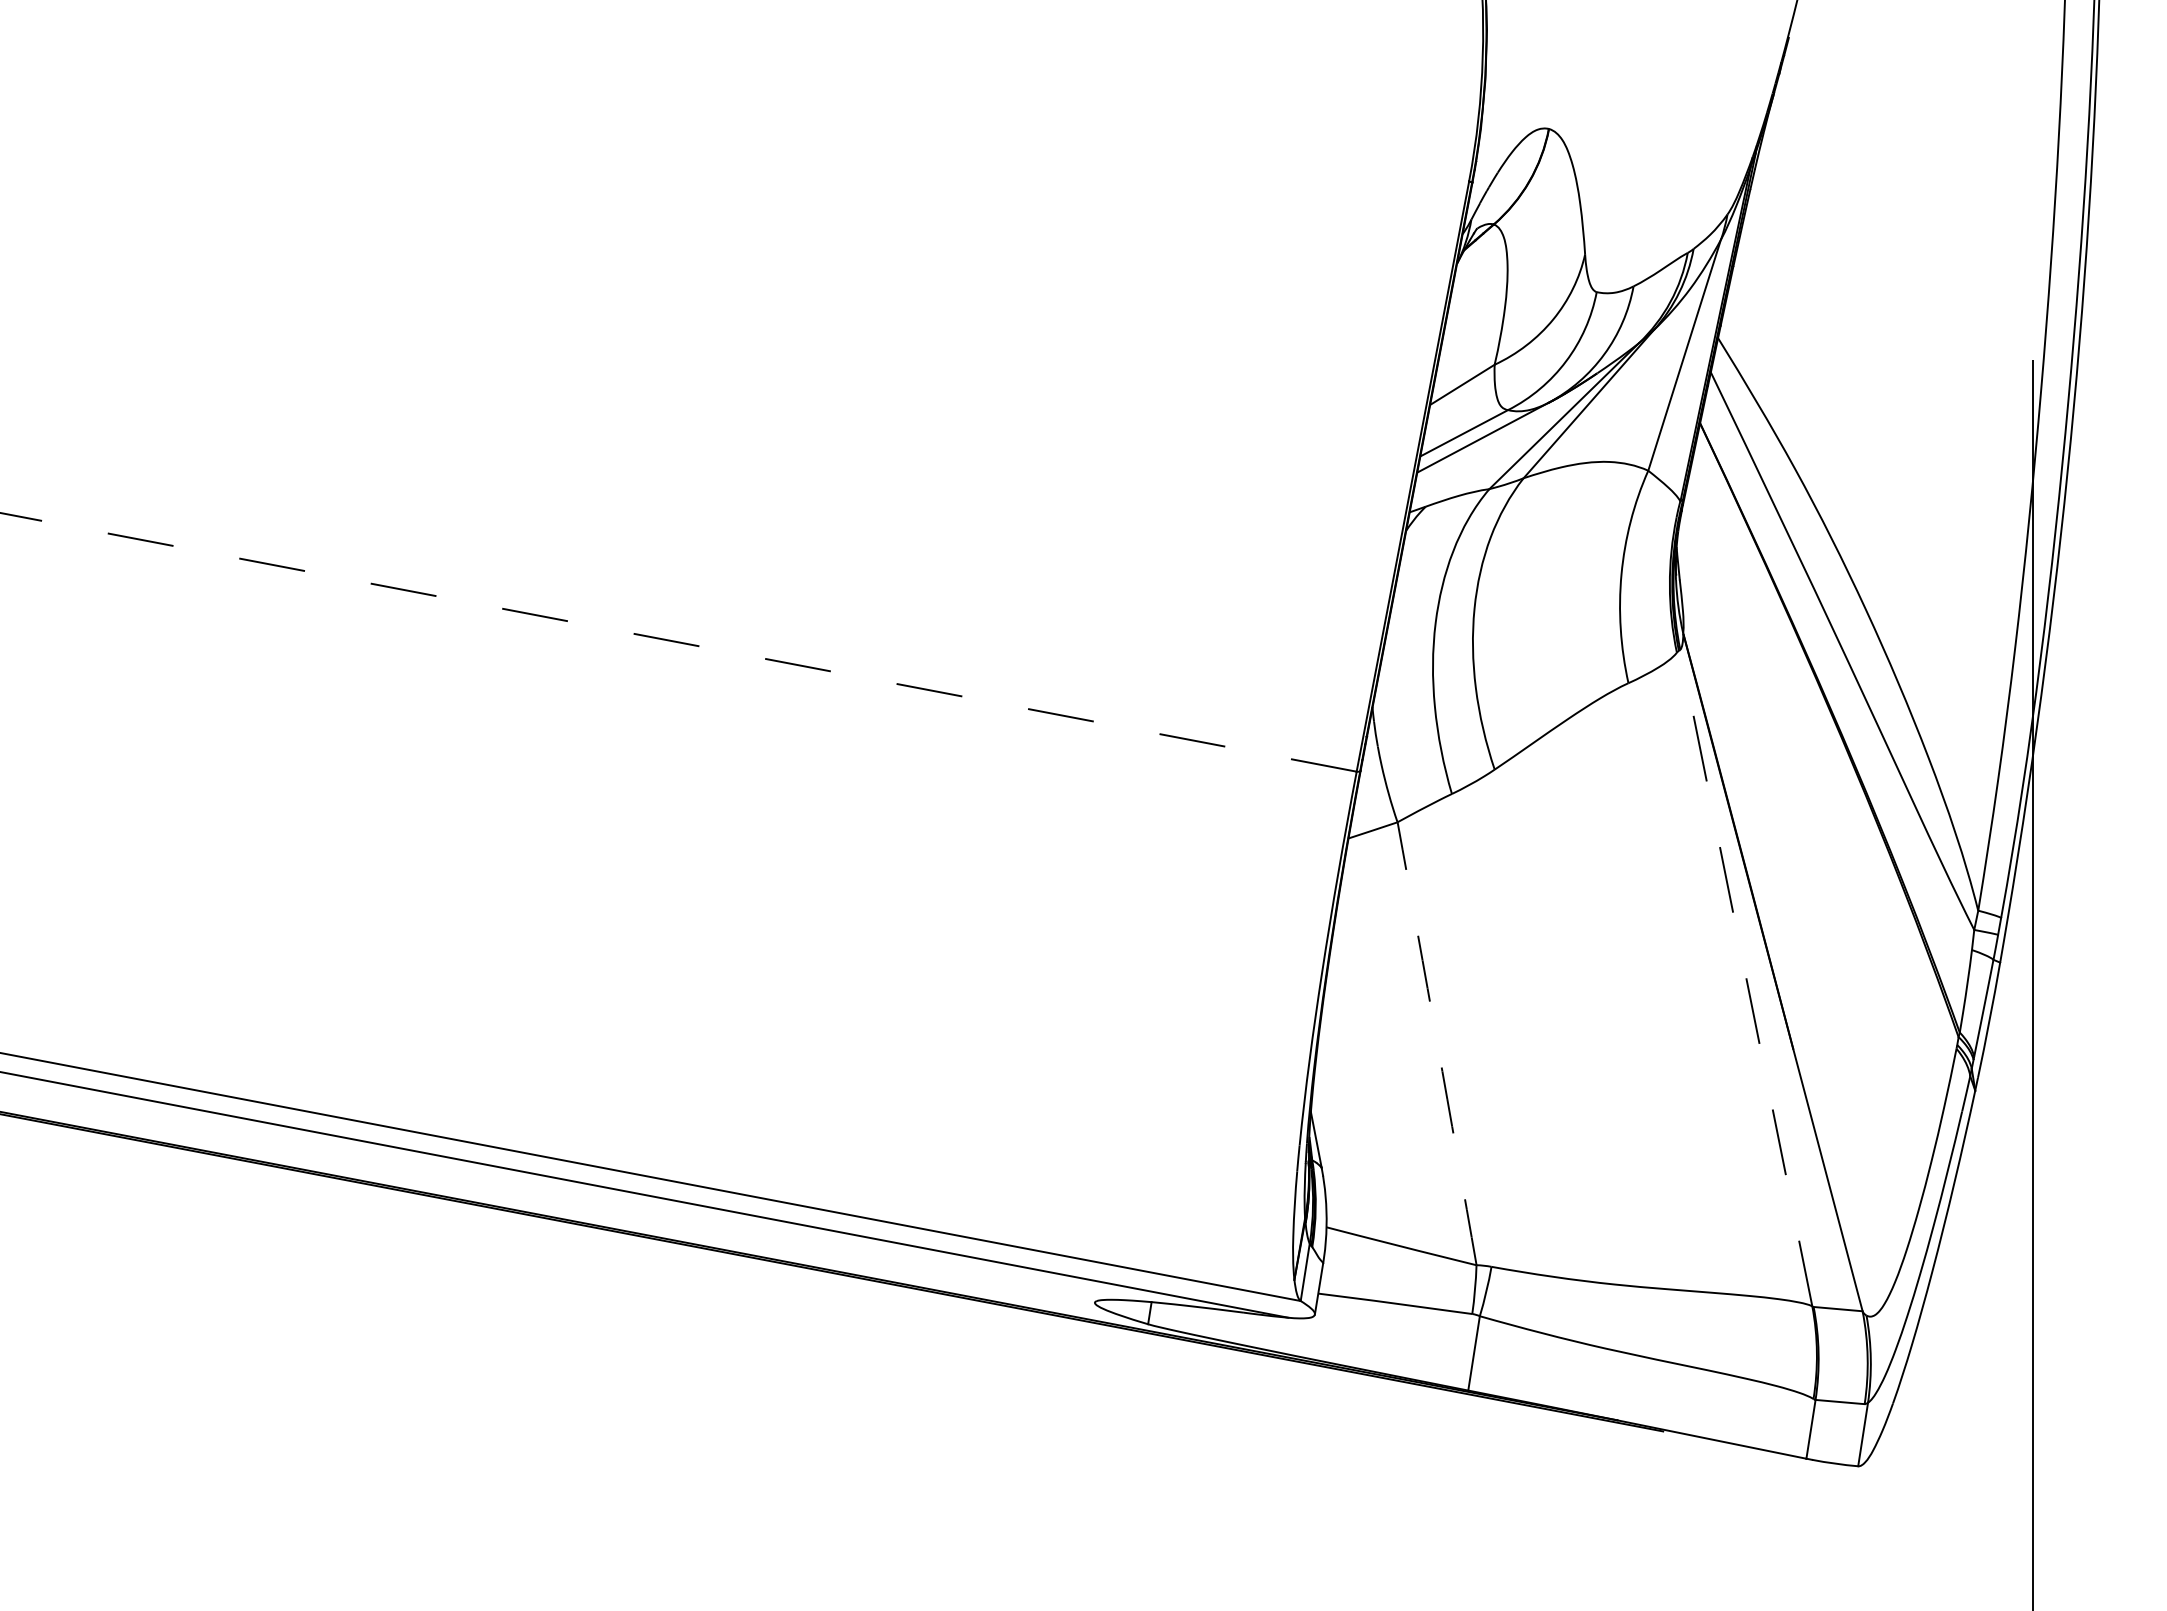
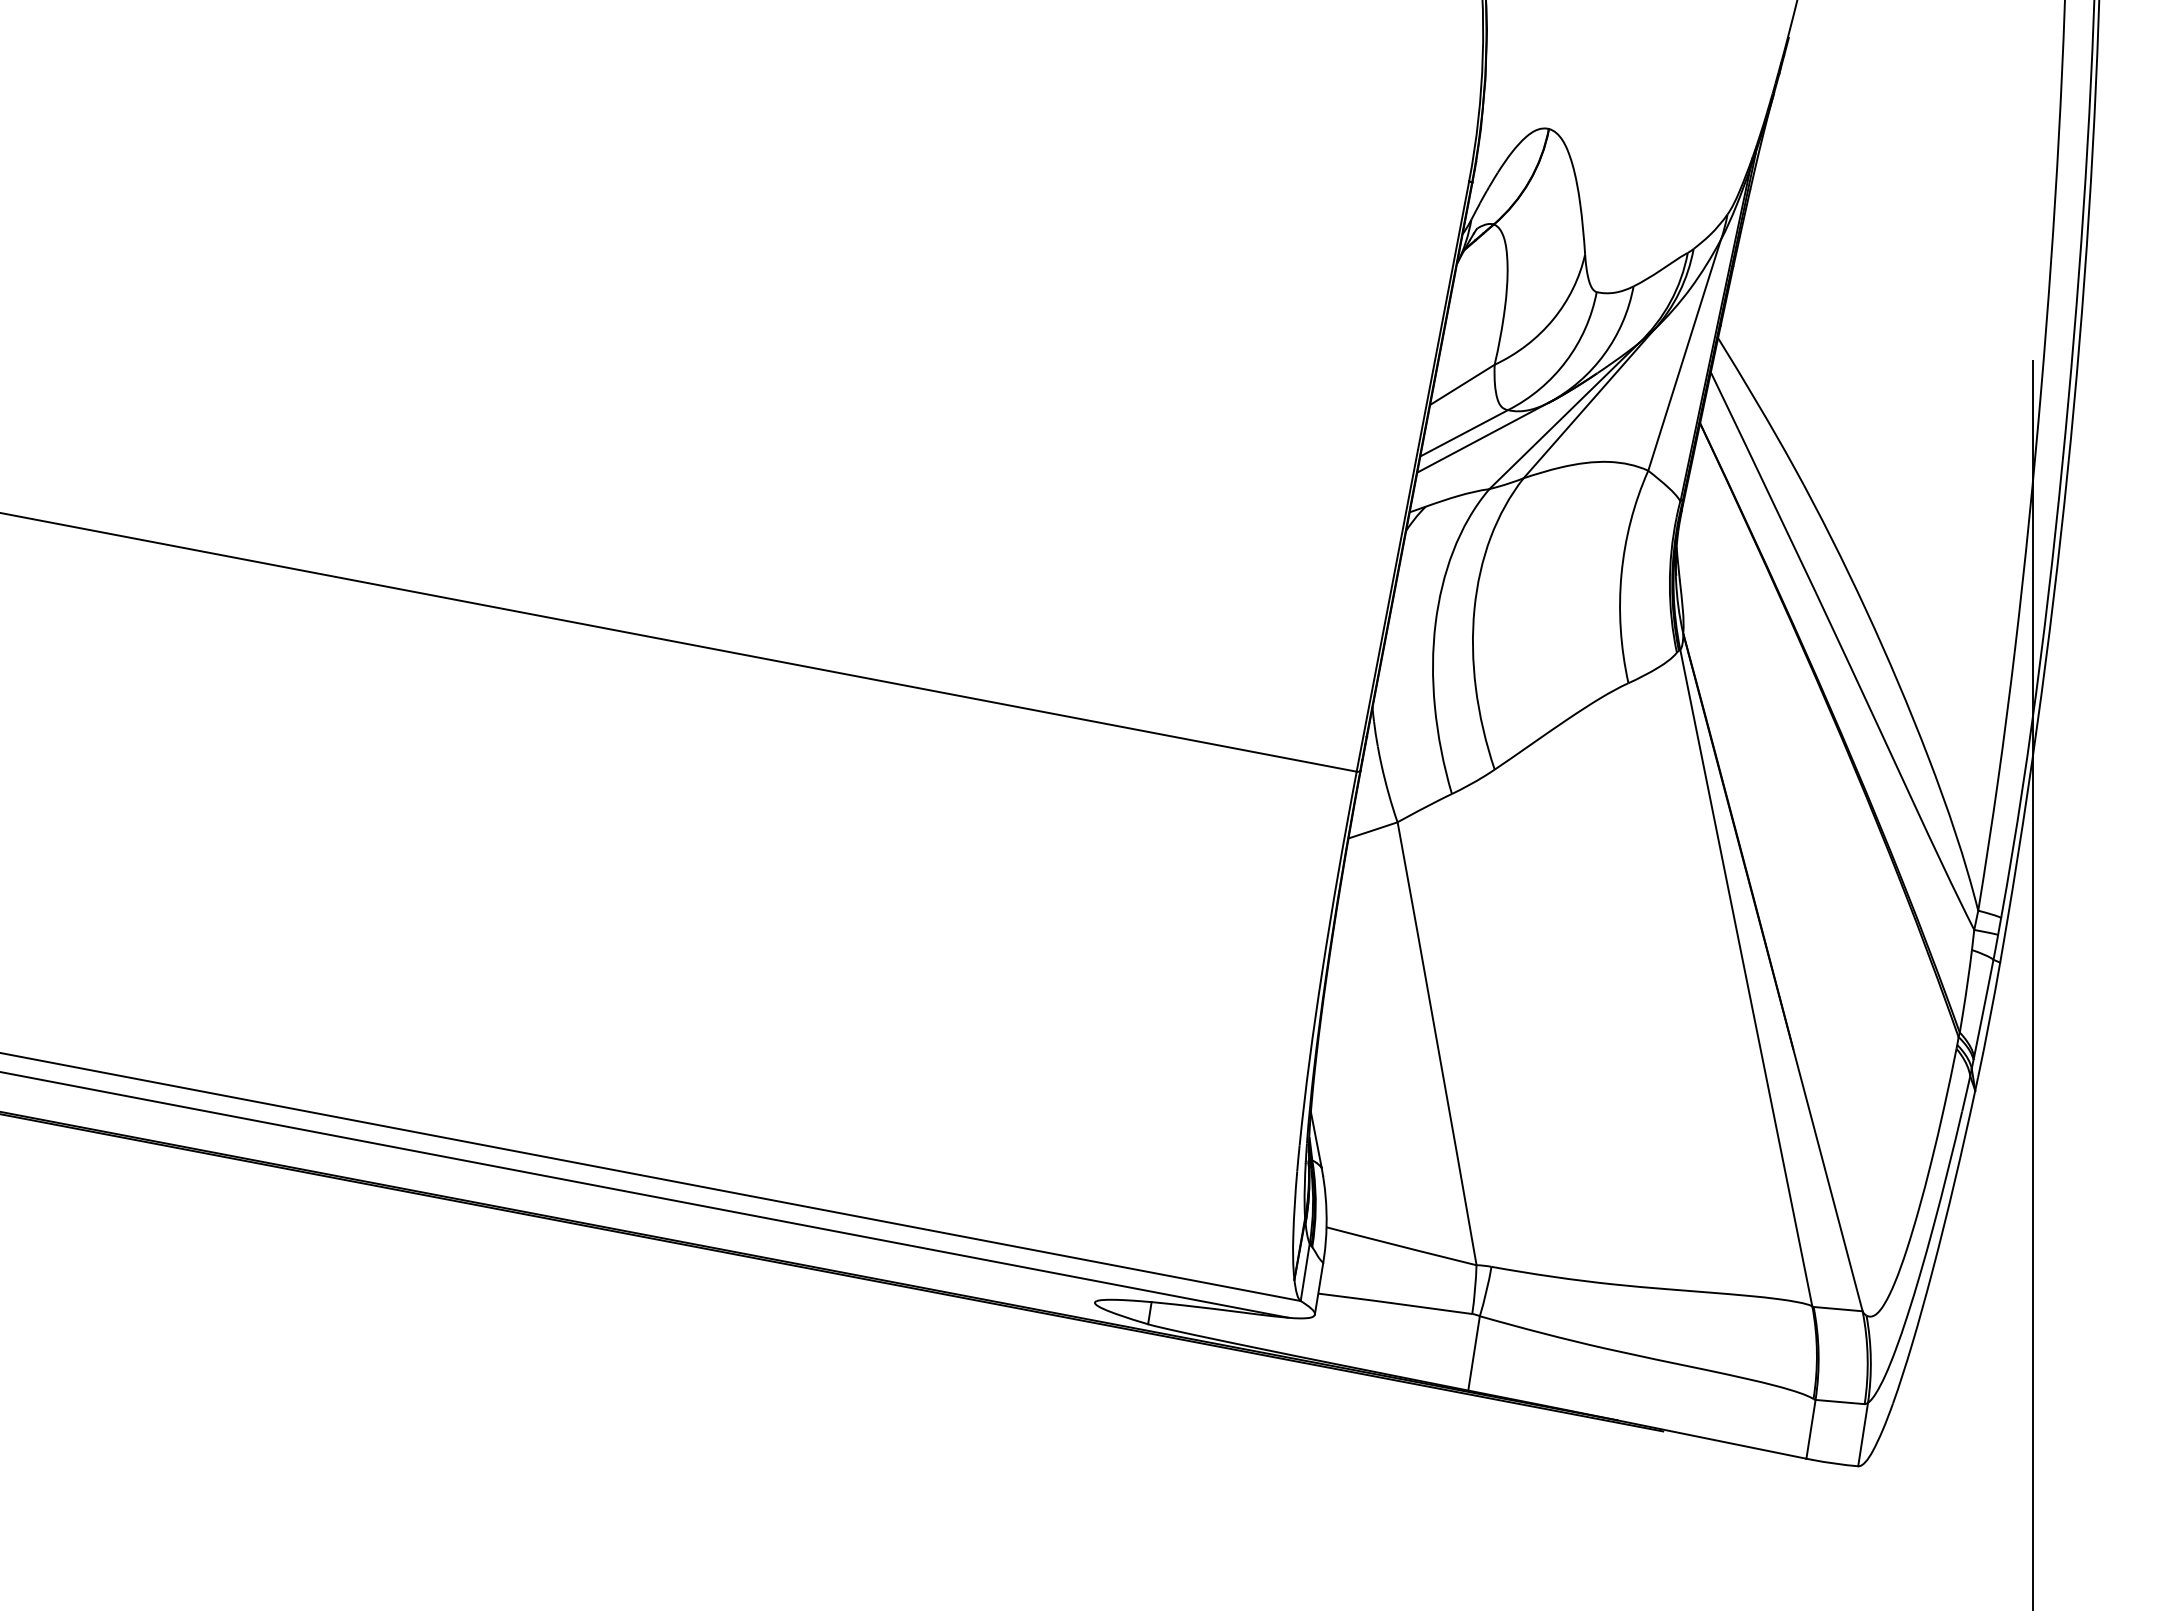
line at (678, 642): dashed -> solid
line at (1746, 978): dashed -> solid
arc at (1437, 1043): dashed -> solid
